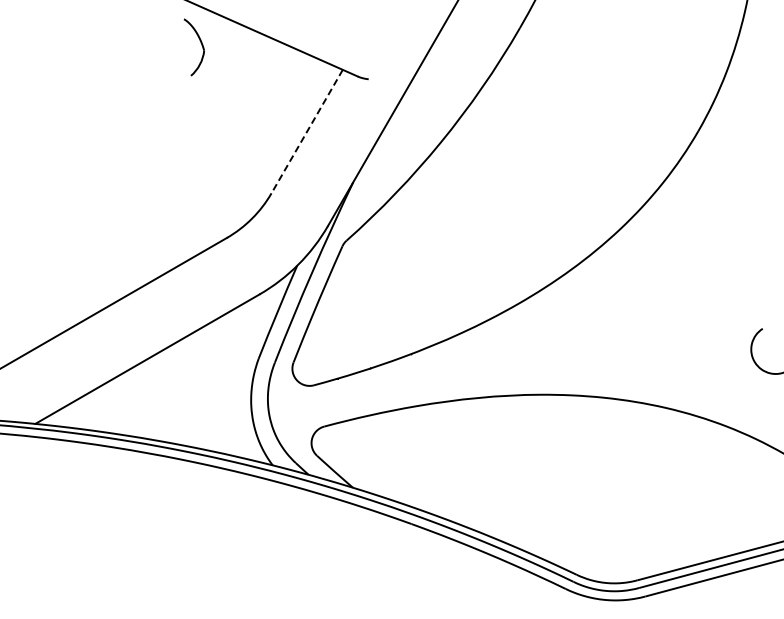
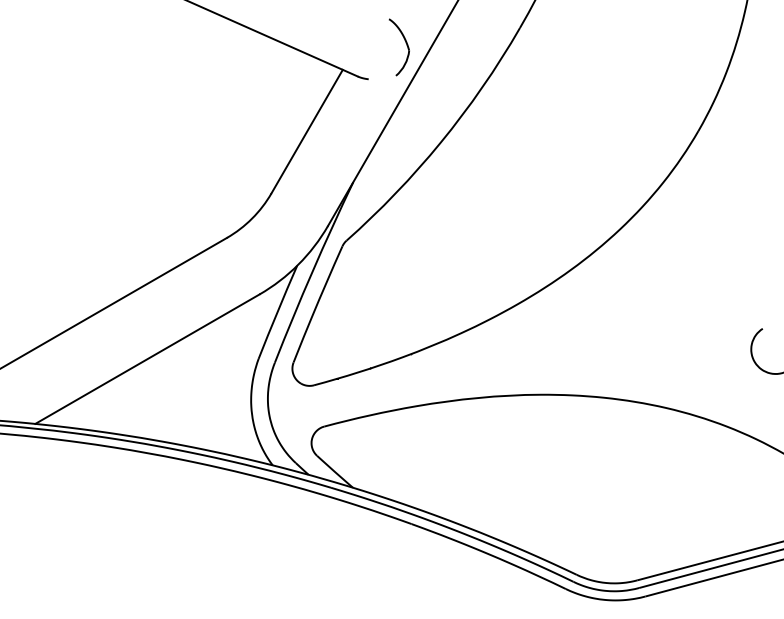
part at (200, 43) position: (200, 43) -> (405, 43)
line at (306, 132): dashed -> solid
